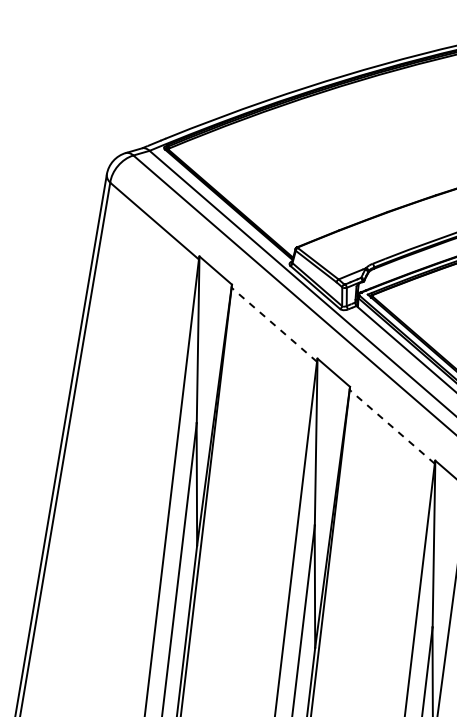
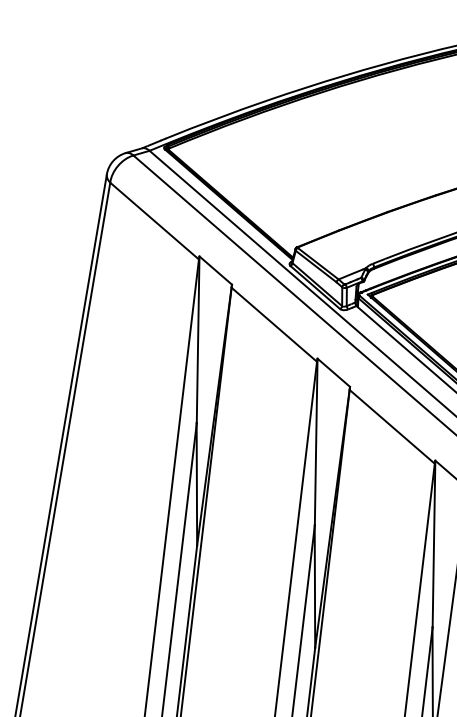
line at (273, 324): dashed -> solid
line at (391, 426): dashed -> solid
